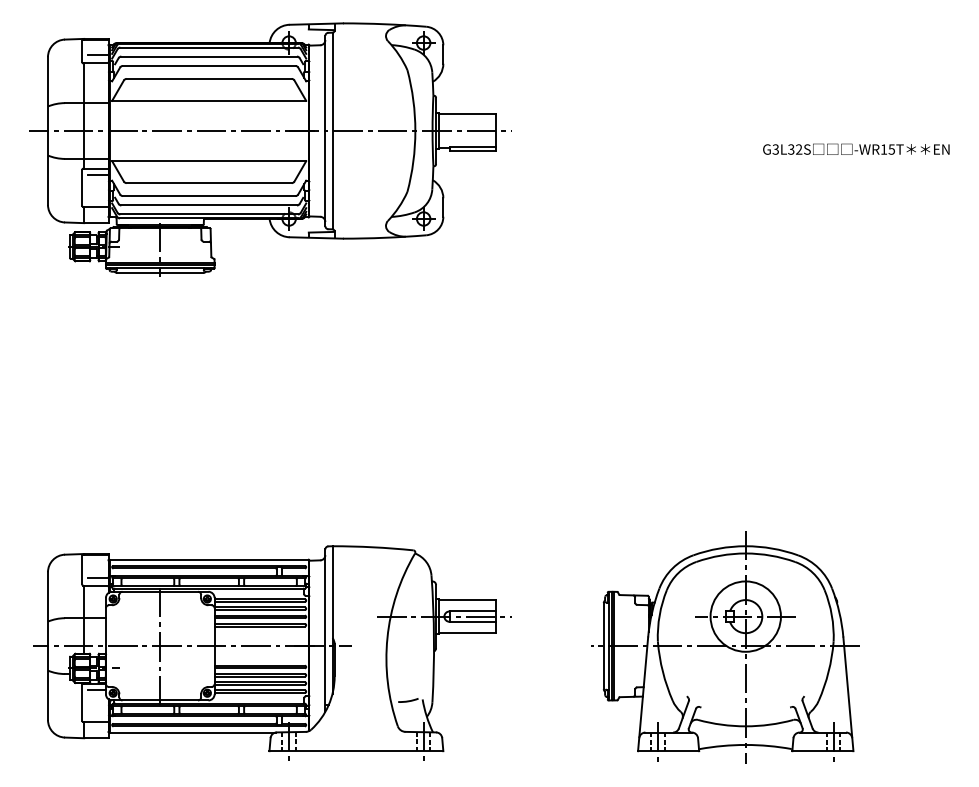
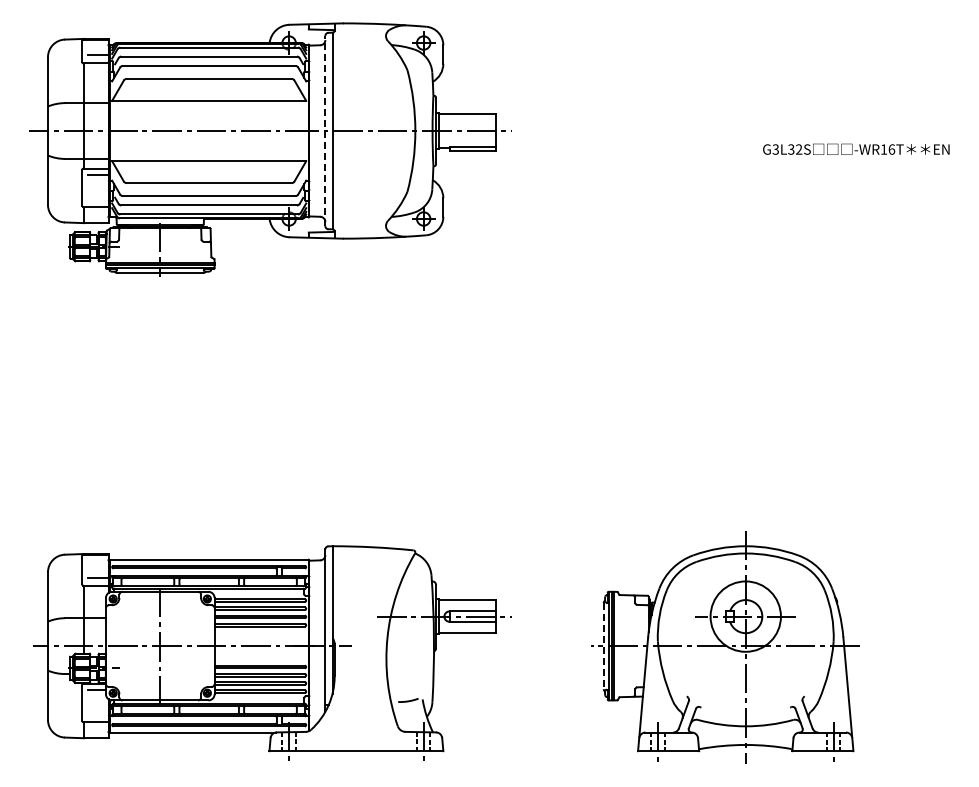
line at (325, 130): solid -> dashed
text at (891, 149): -WR15T -> -WR16T
line at (603, 646): solid -> dashed
